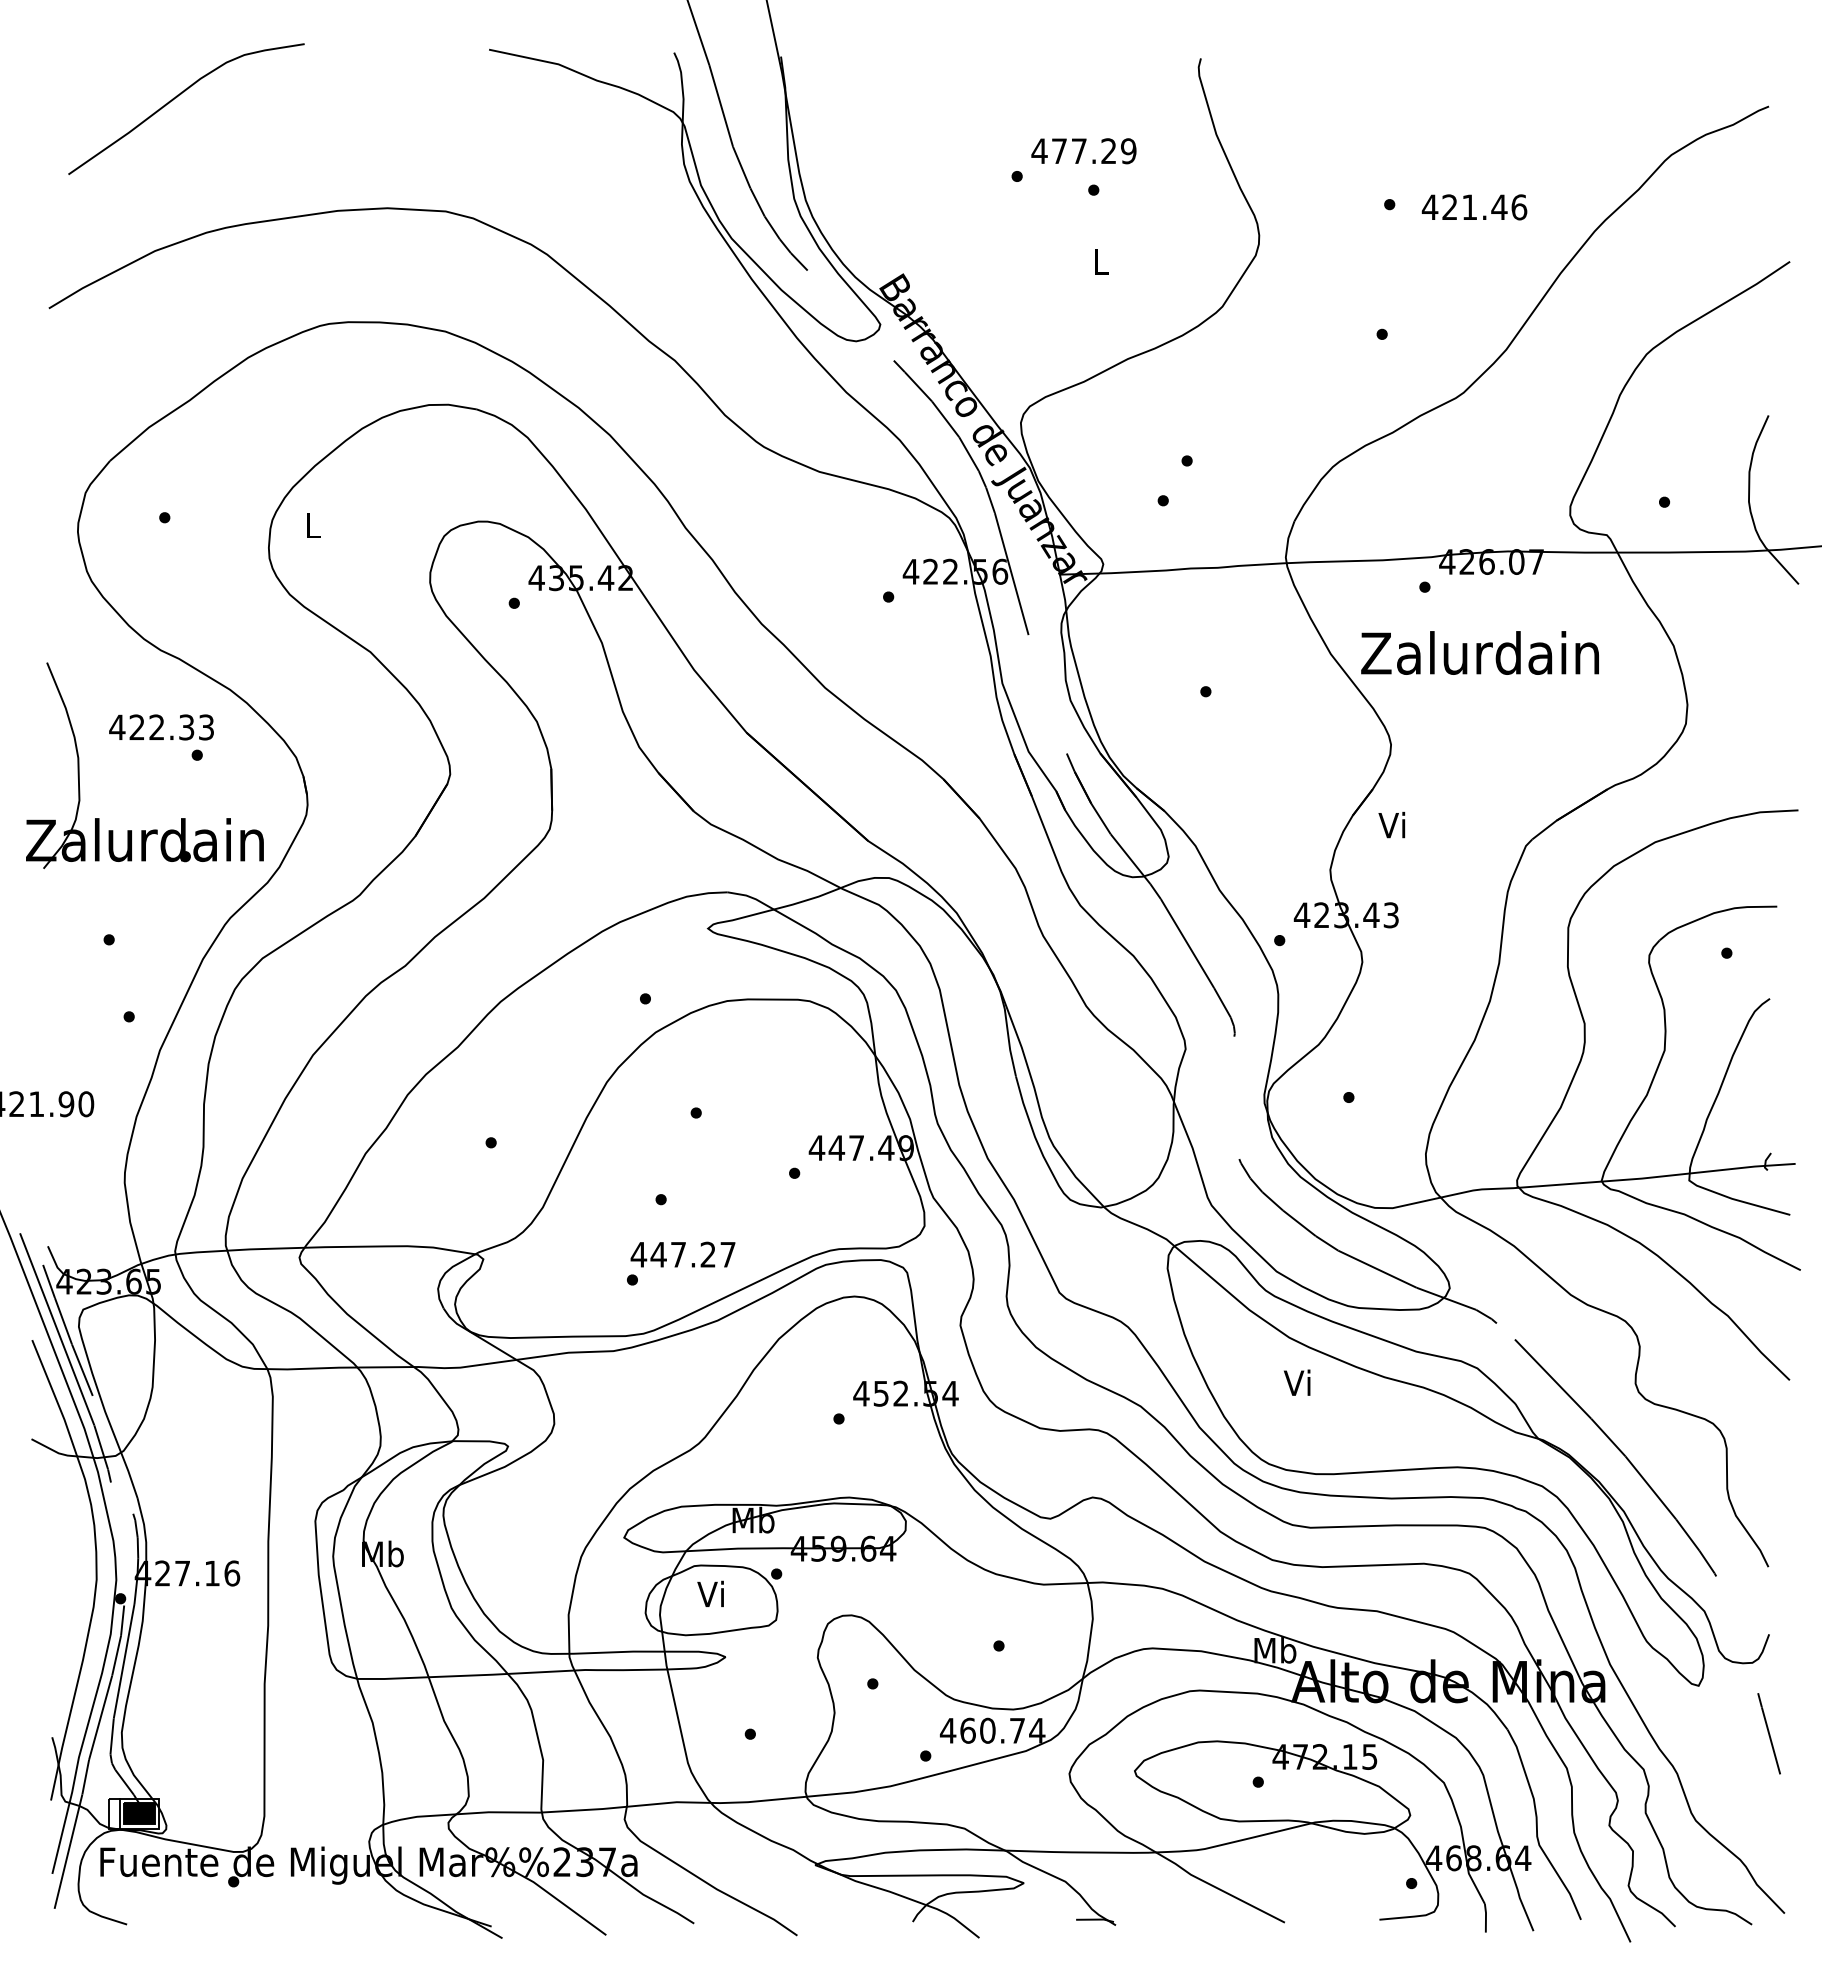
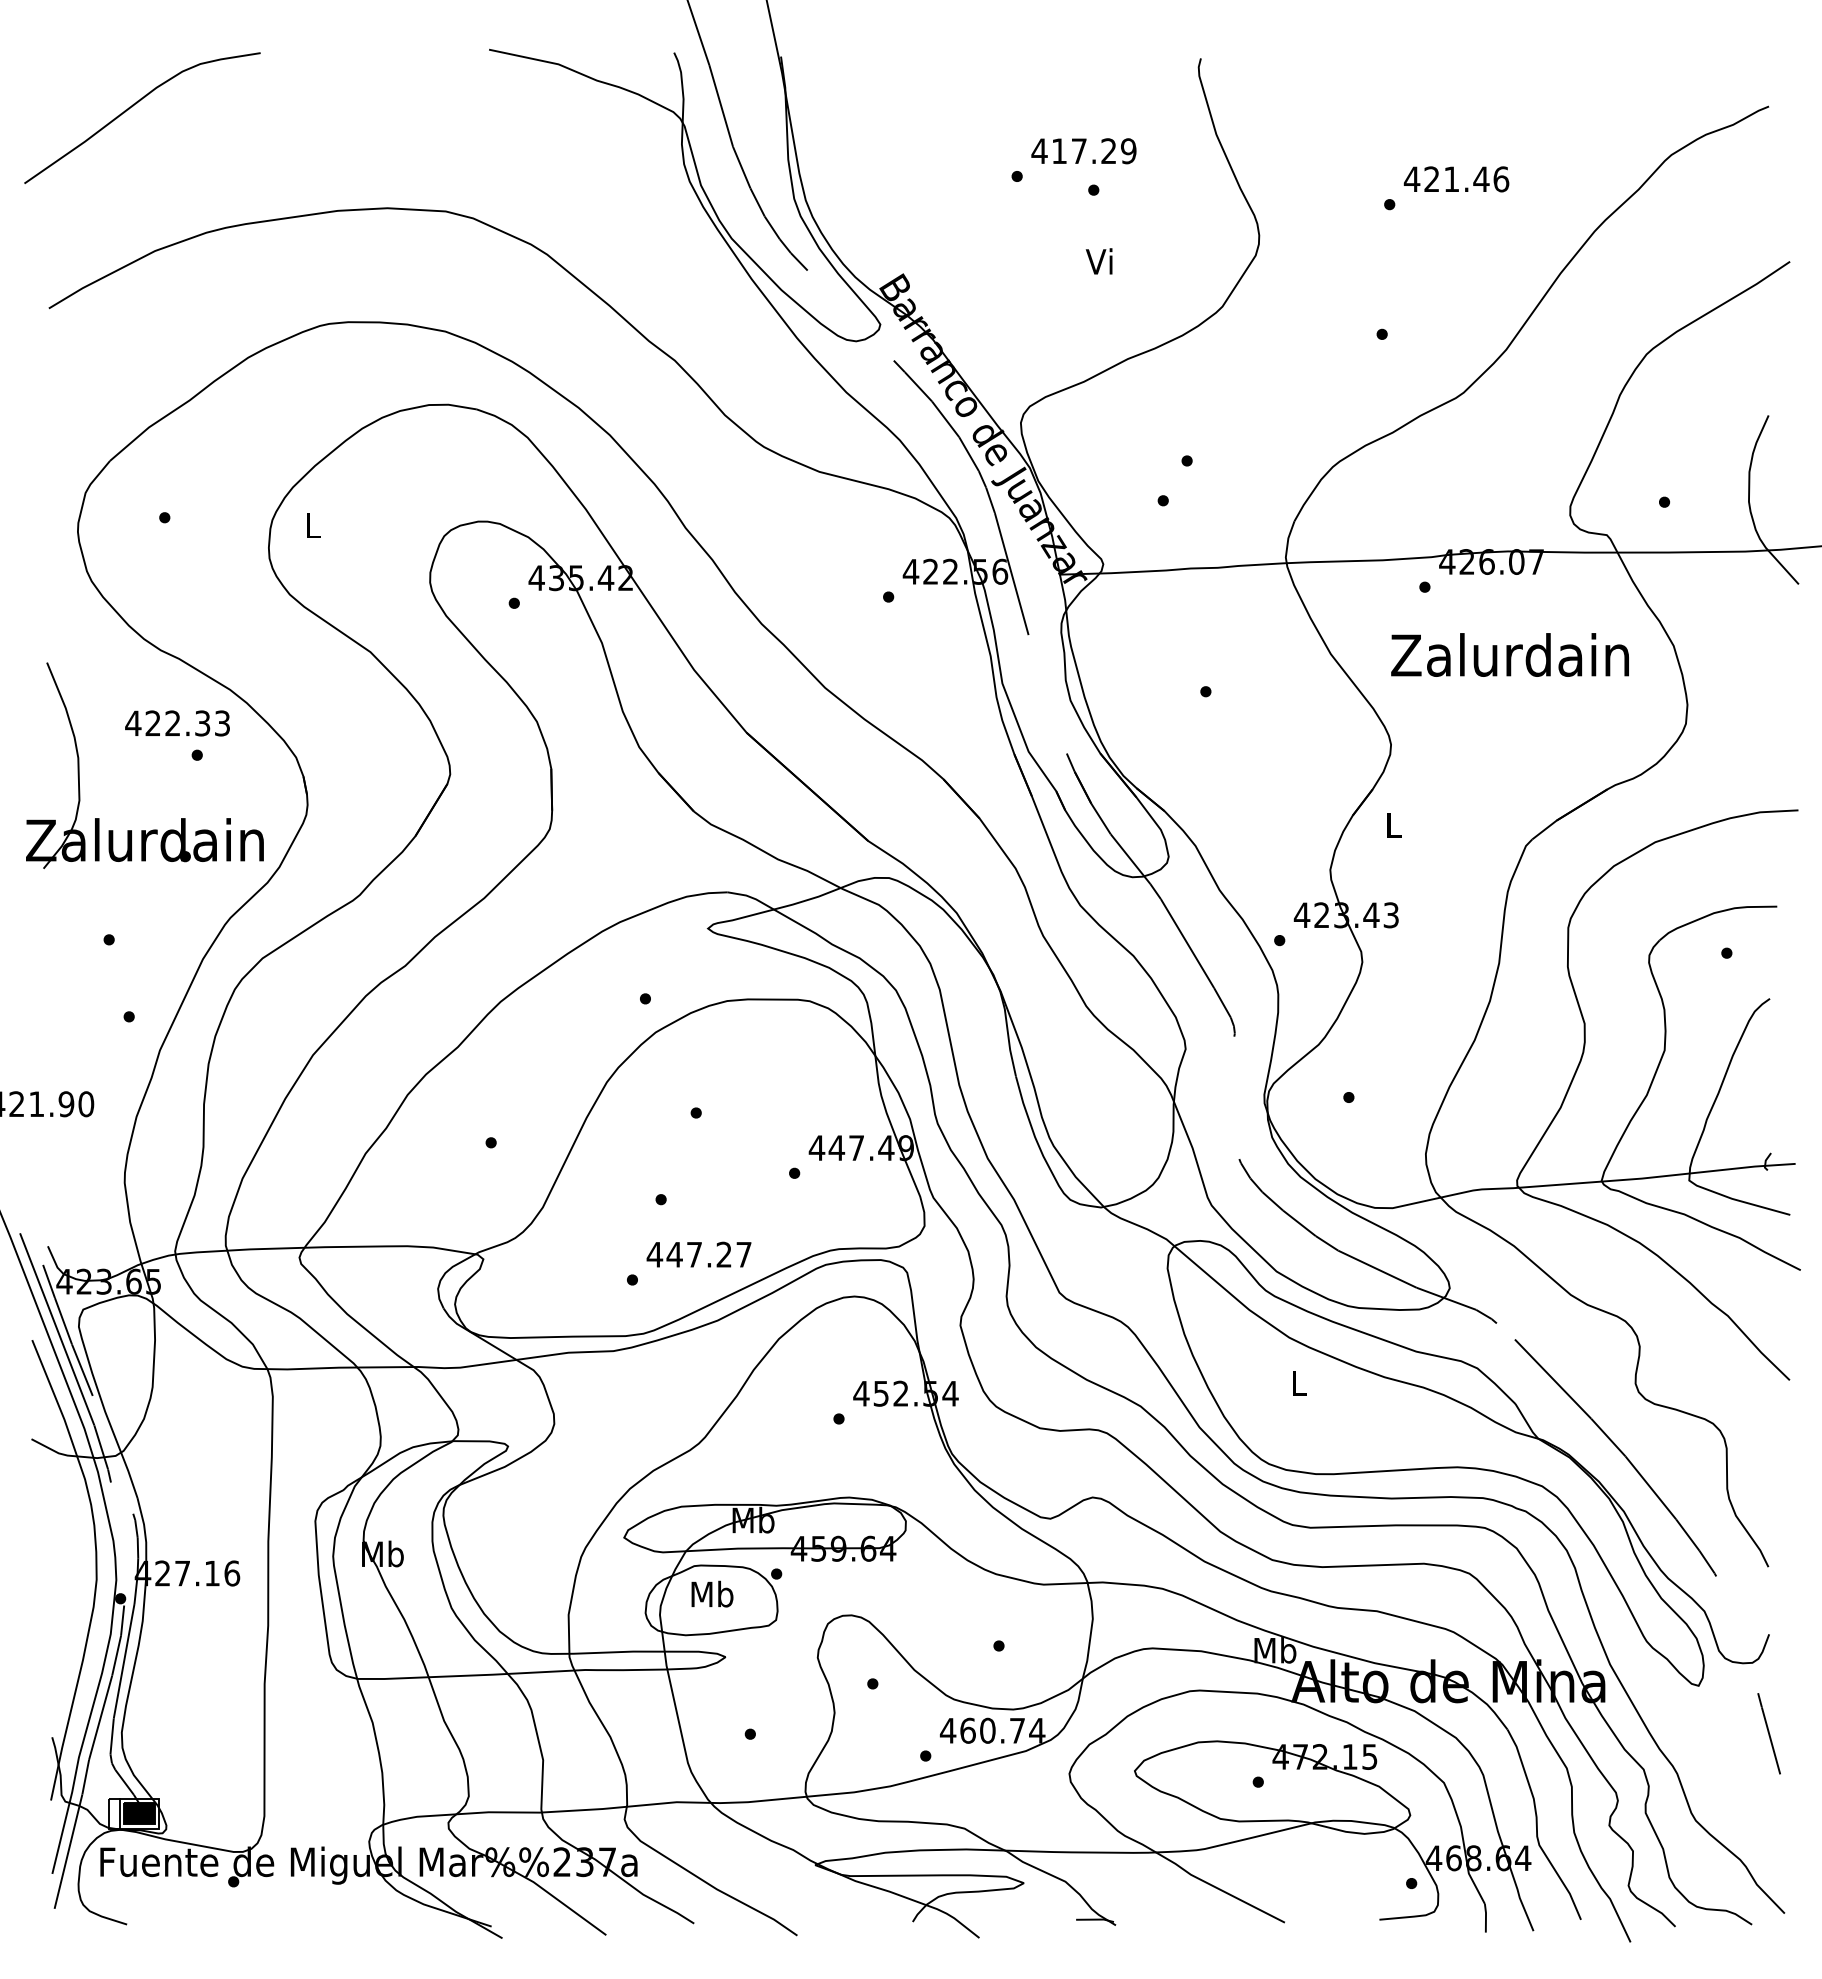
curve at (176, 98) position: (176, 98) -> (132, 107)
text at (1059, 150): 477.29 -> 417.29
text at (1474, 207) position: (1474, 207) -> (1456, 179)
text at (1098, 261): L -> Vi
text at (1479, 652) position: (1479, 652) -> (1509, 654)
text at (161, 727) position: (161, 727) -> (177, 723)
text at (1391, 824): Vi -> L
text at (682, 1254) position: (682, 1254) -> (698, 1254)
text at (1296, 1382): Vi -> L
text at (712, 1593): Vi -> Mb
